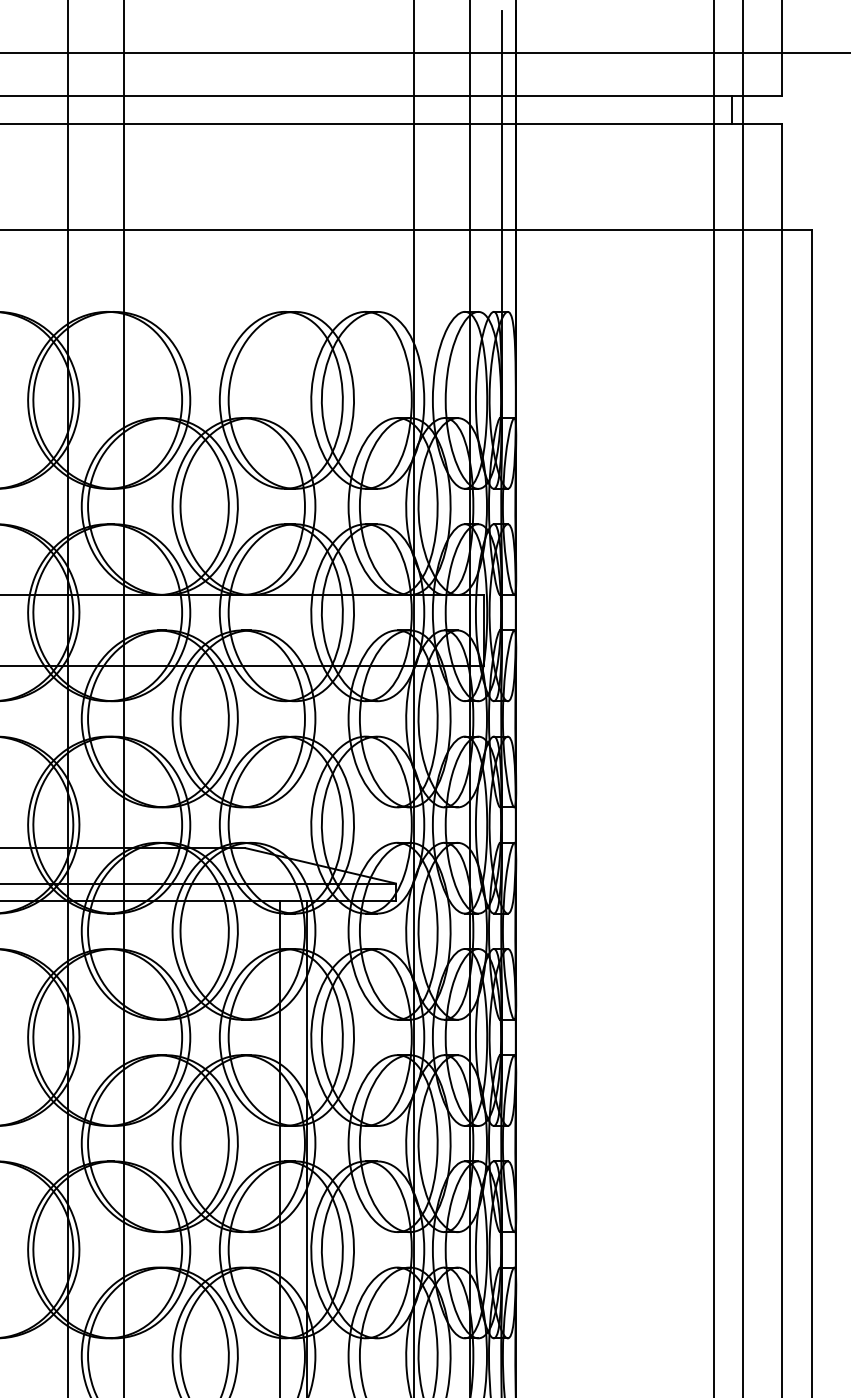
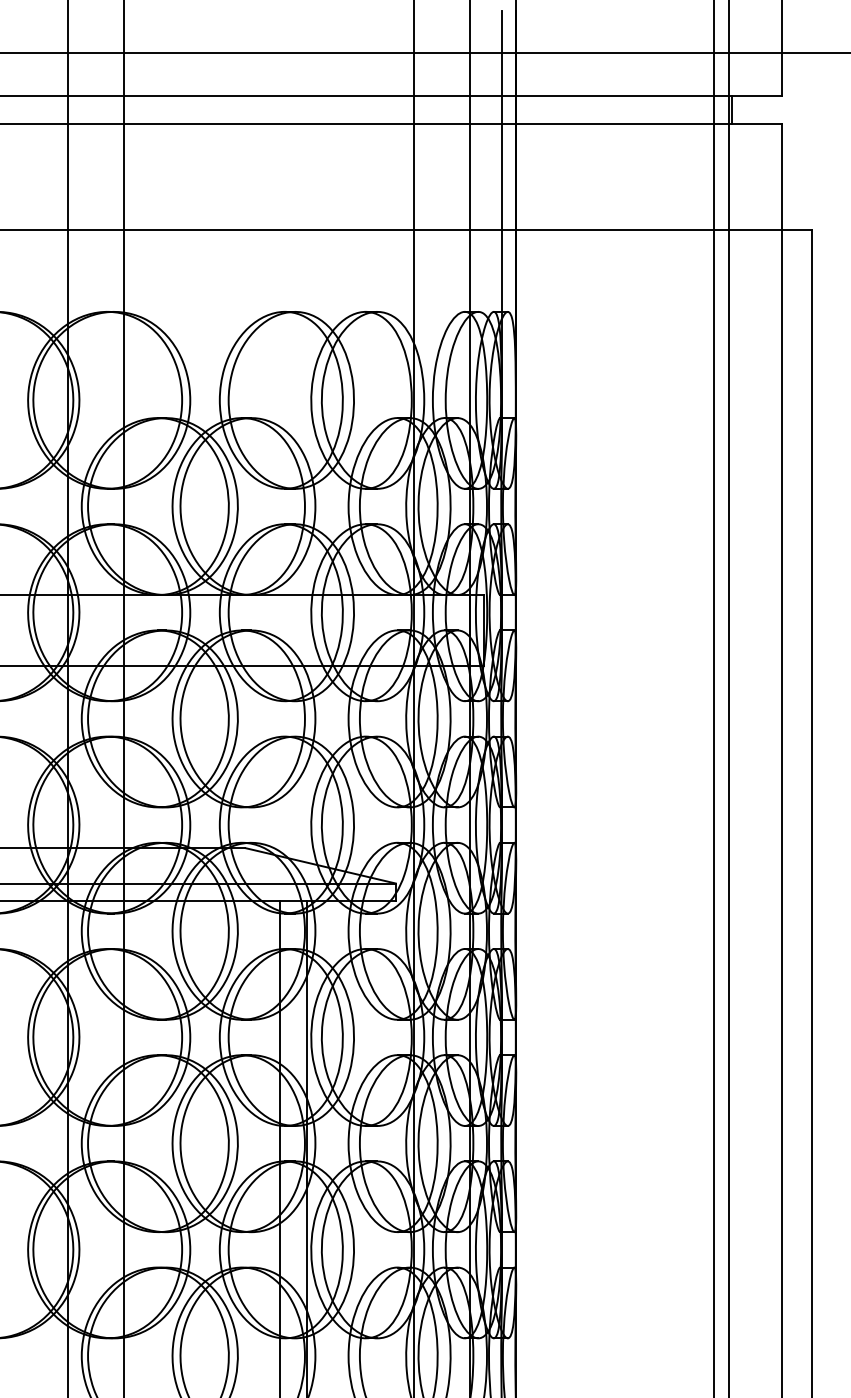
line at (742, 698) position: (742, 698) -> (728, 698)
